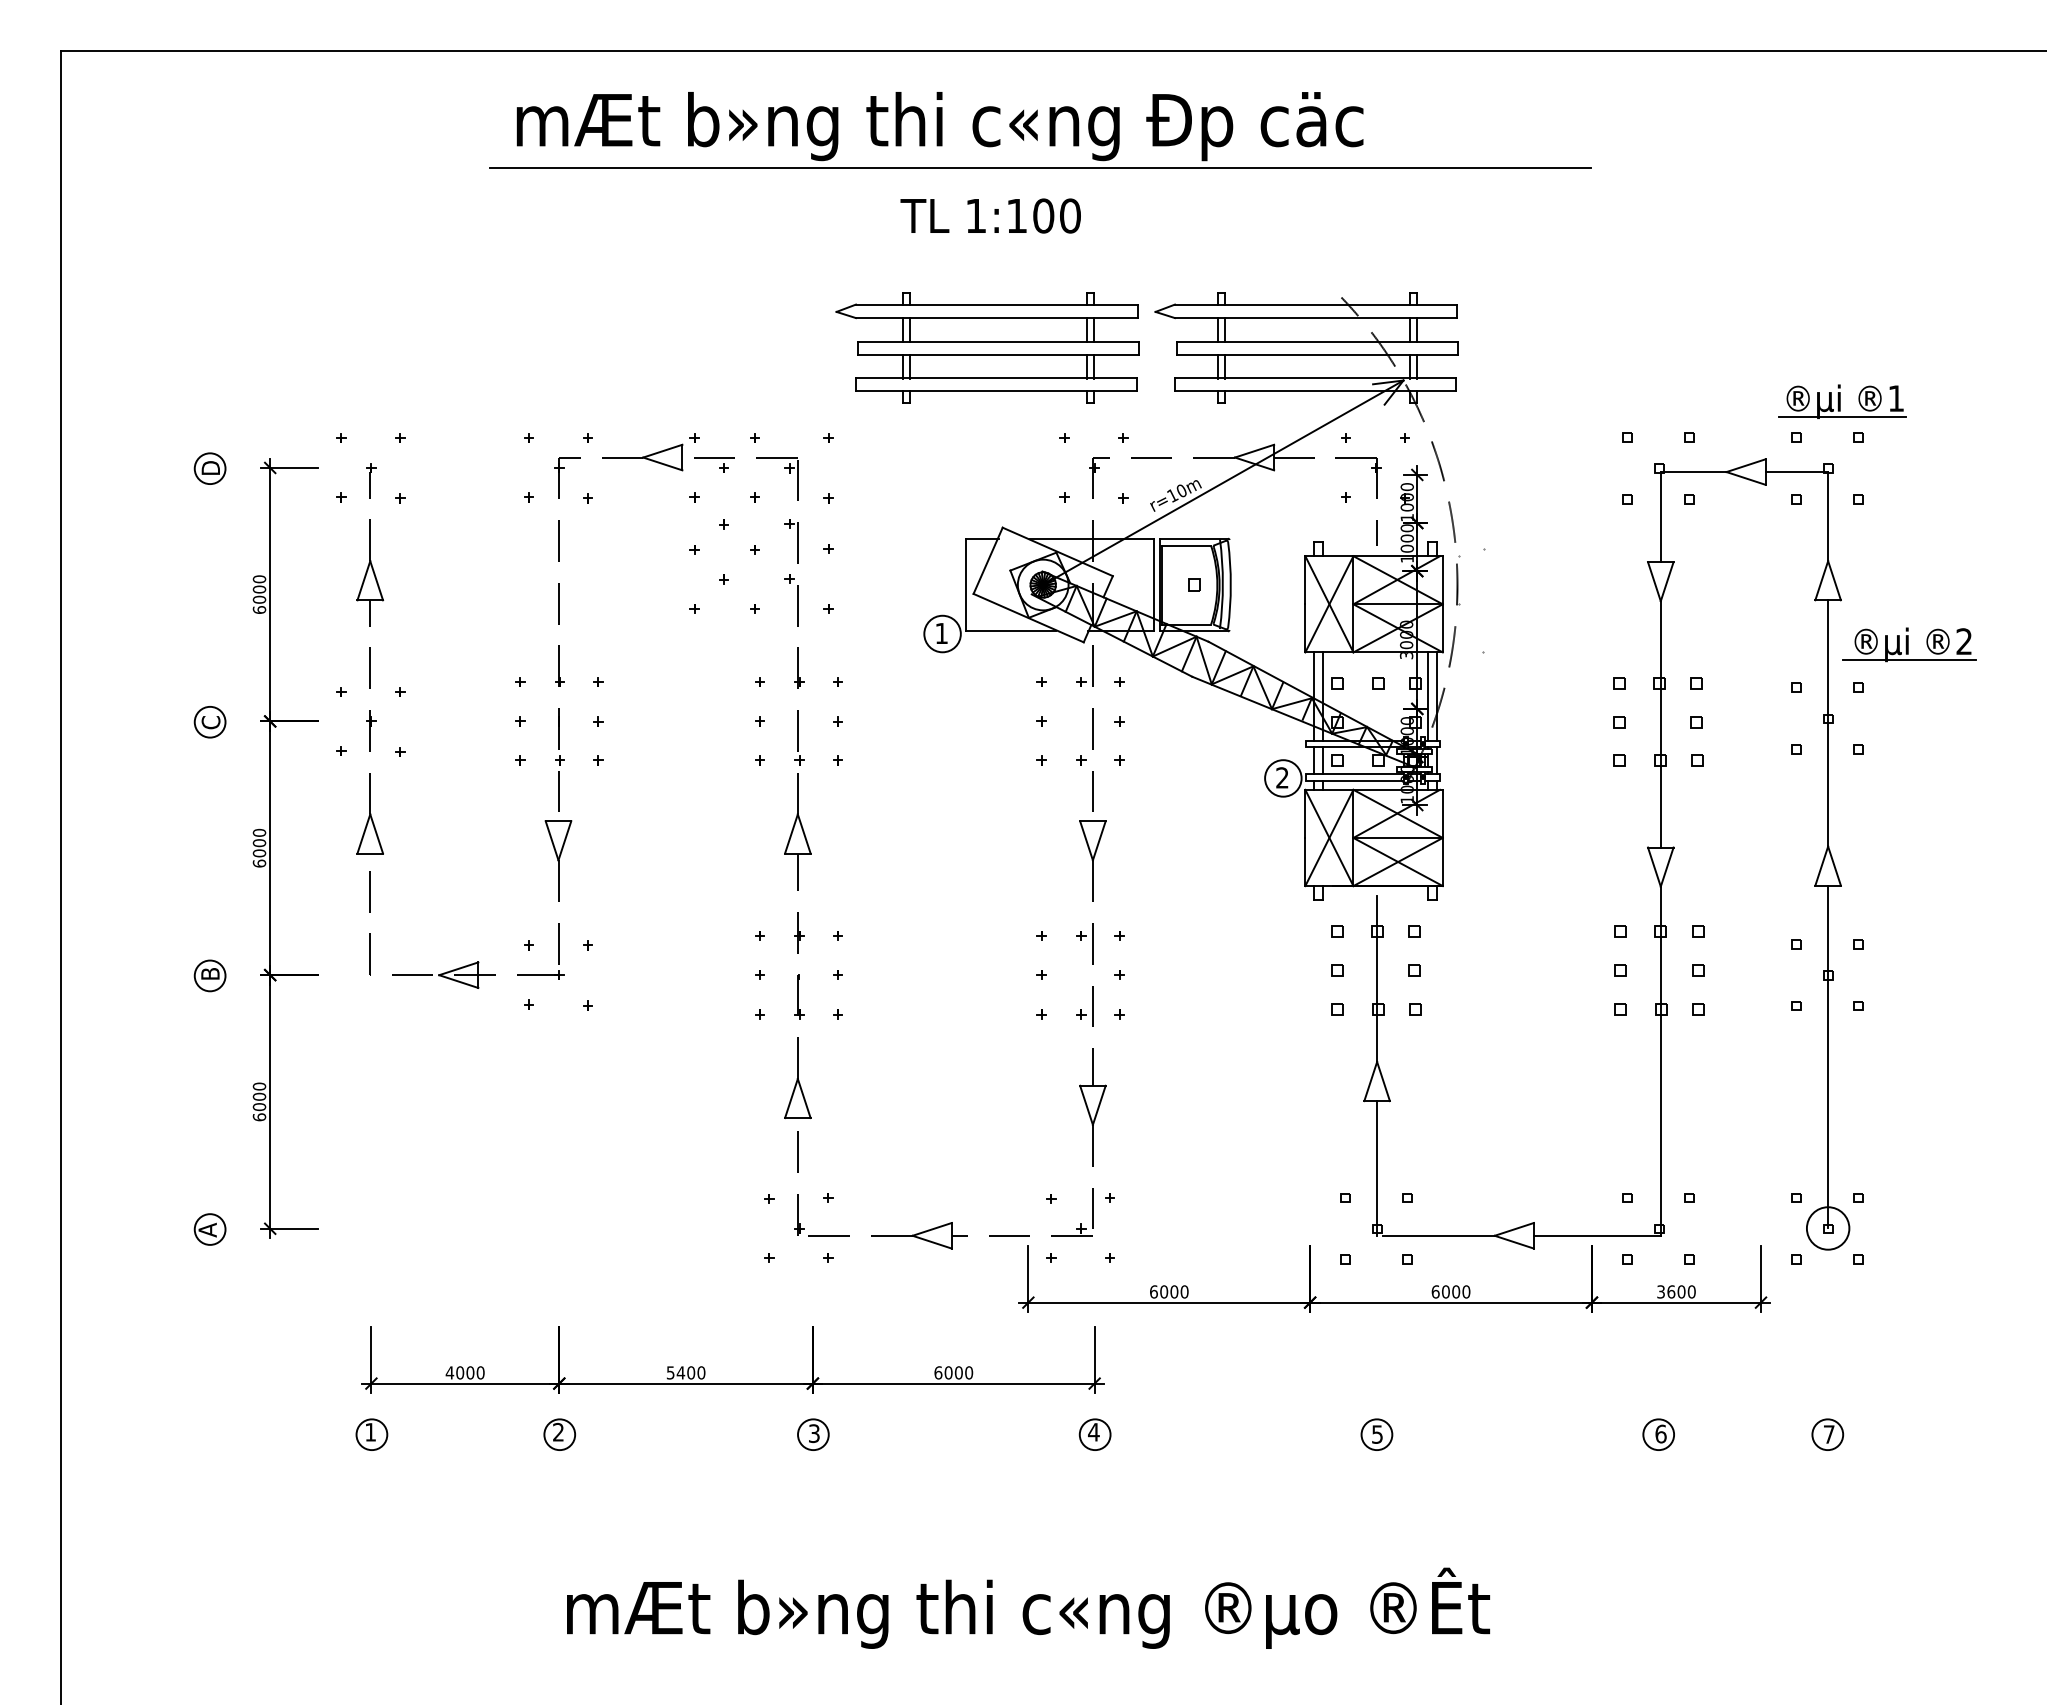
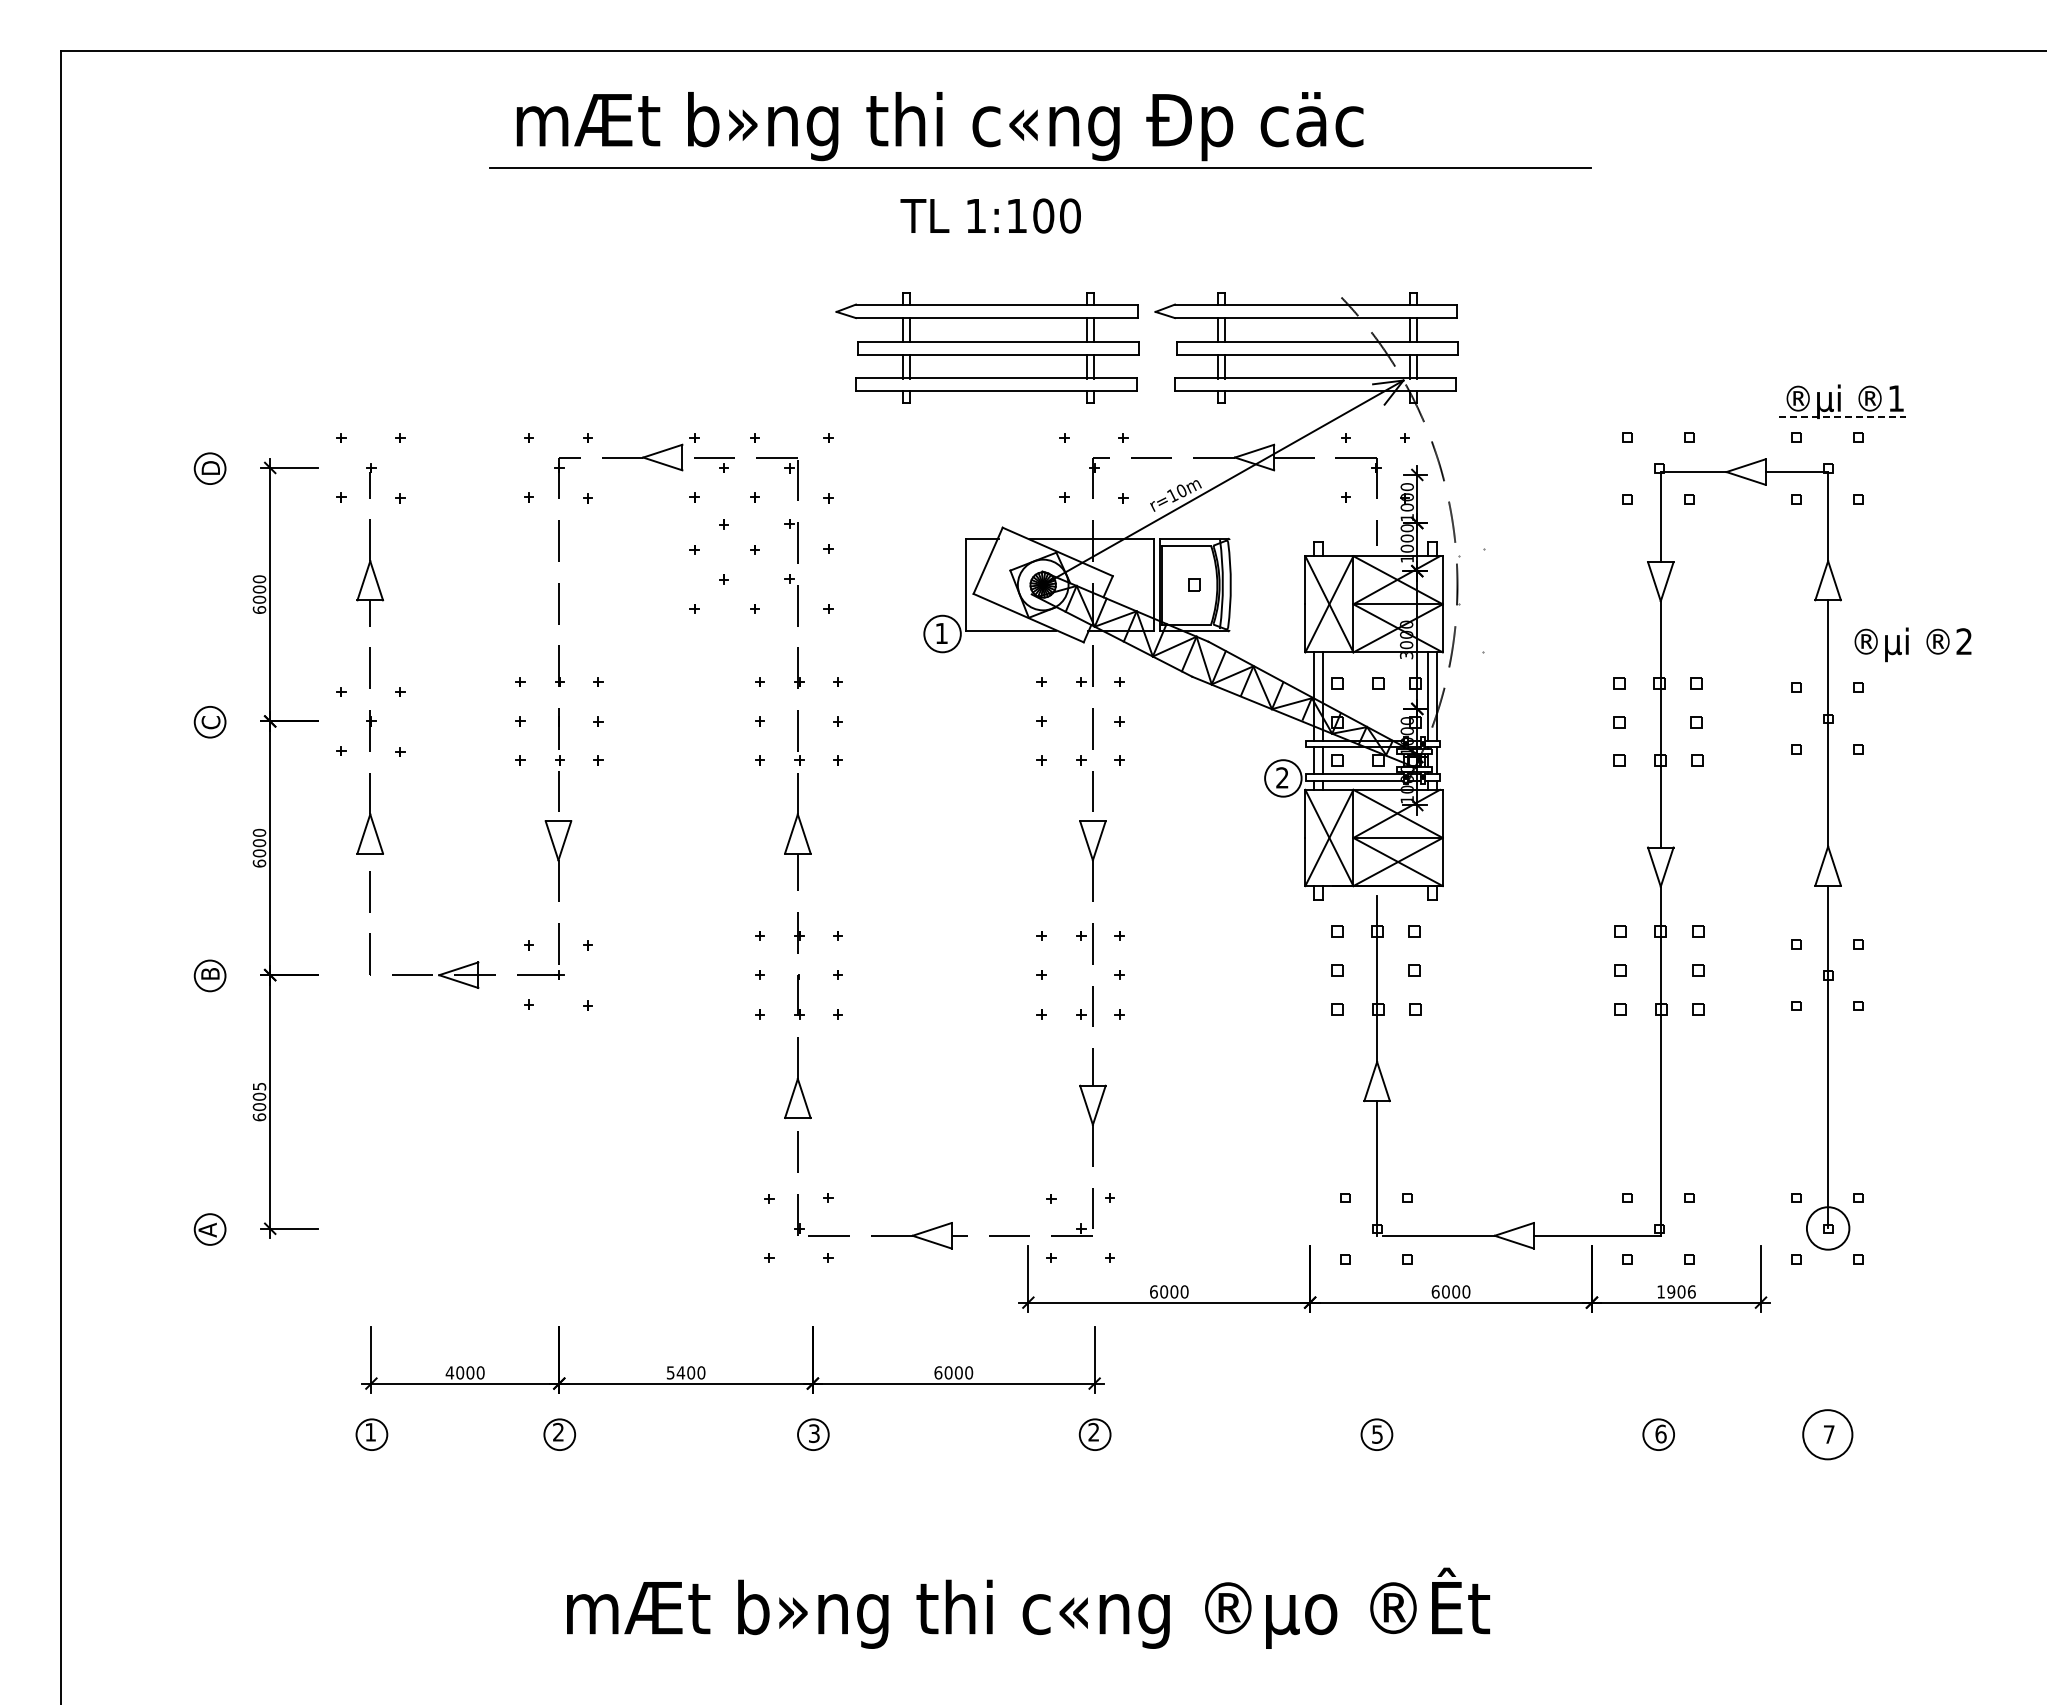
line at (1842, 416): solid -> dashed
line at (1908, 660): present -> none
text at (259, 1086): 6000 -> 6005
text at (1676, 1291): 3600 -> 1906
text at (1093, 1431): 4 -> 2
circle at (1827, 1434) diameter: 31 px -> 49 px
